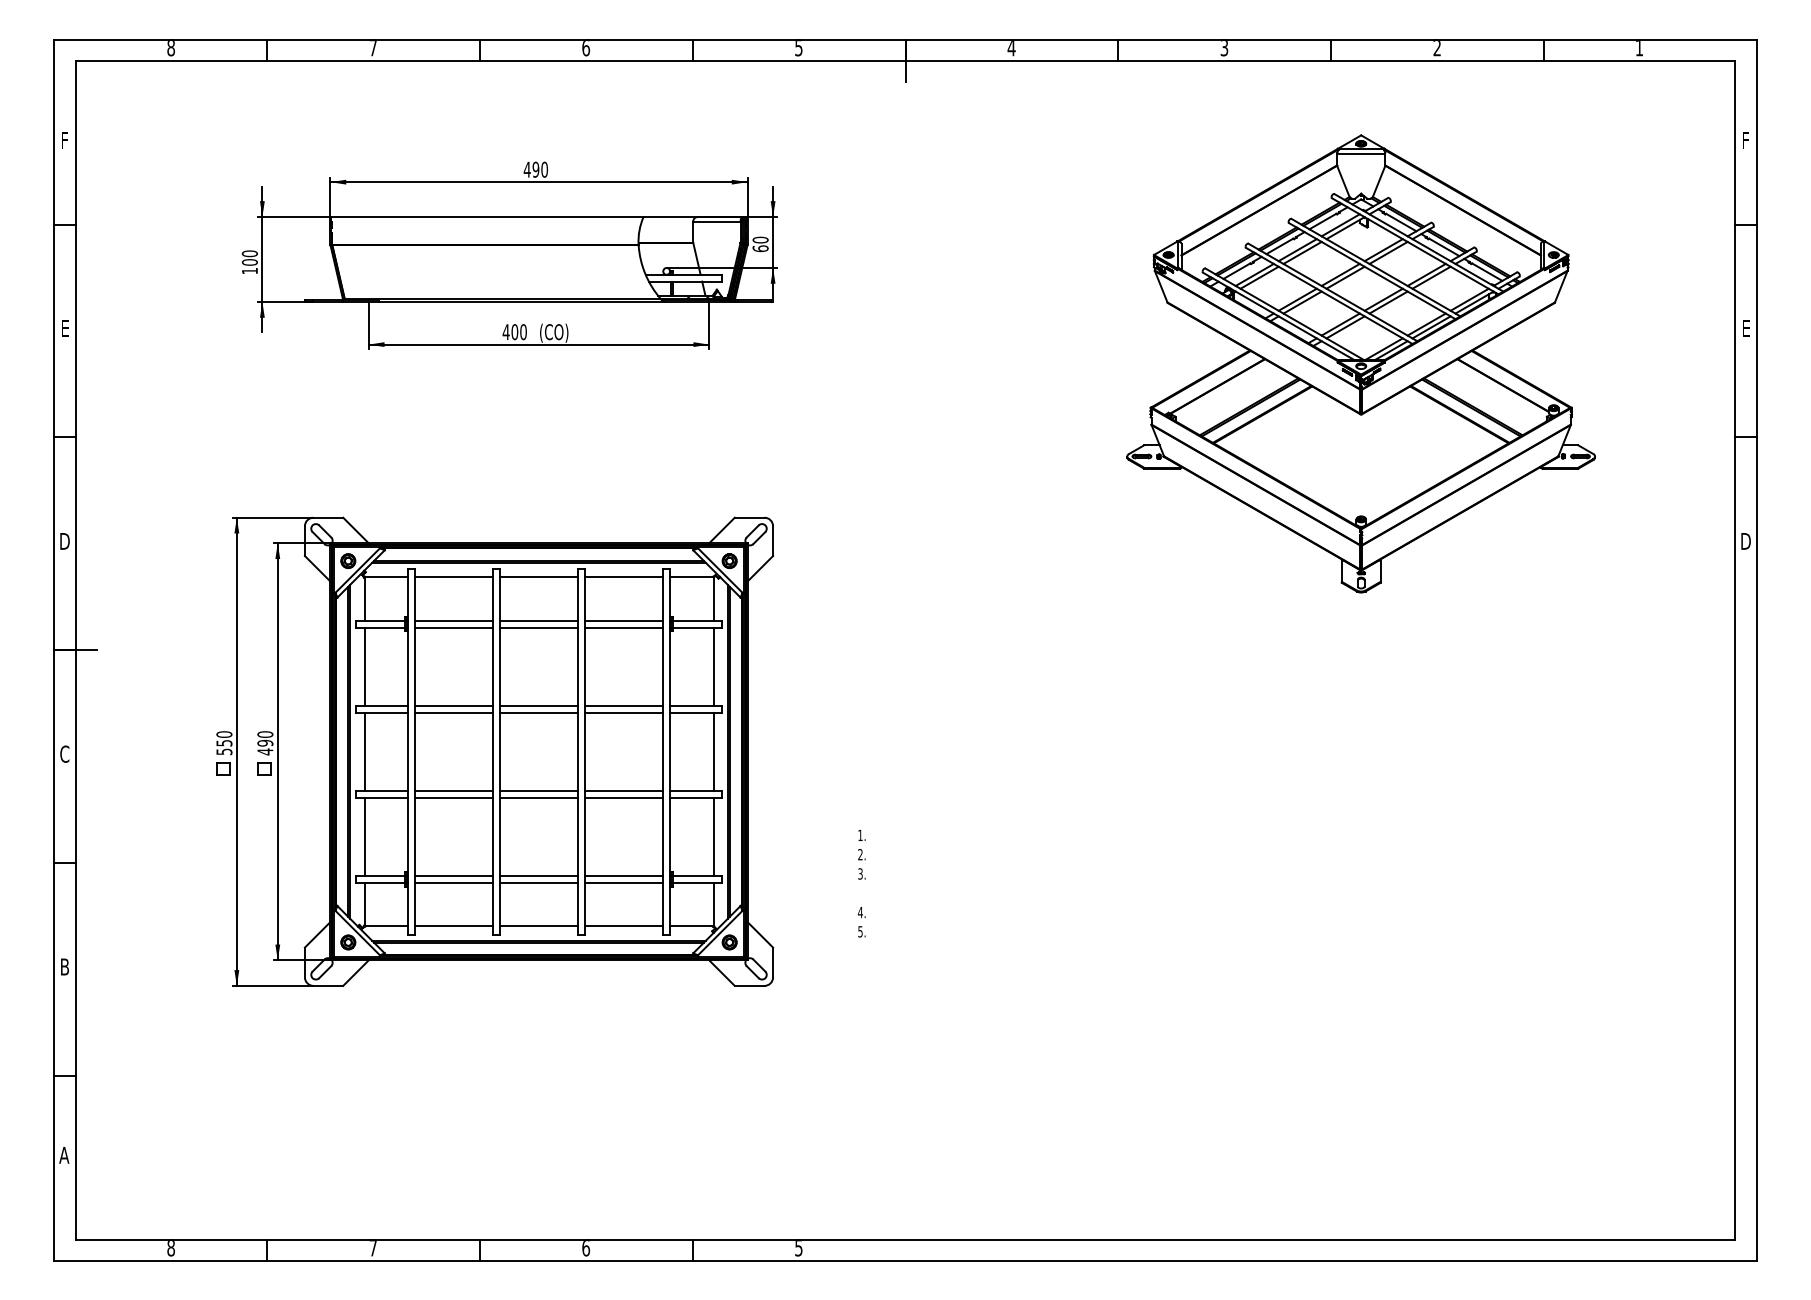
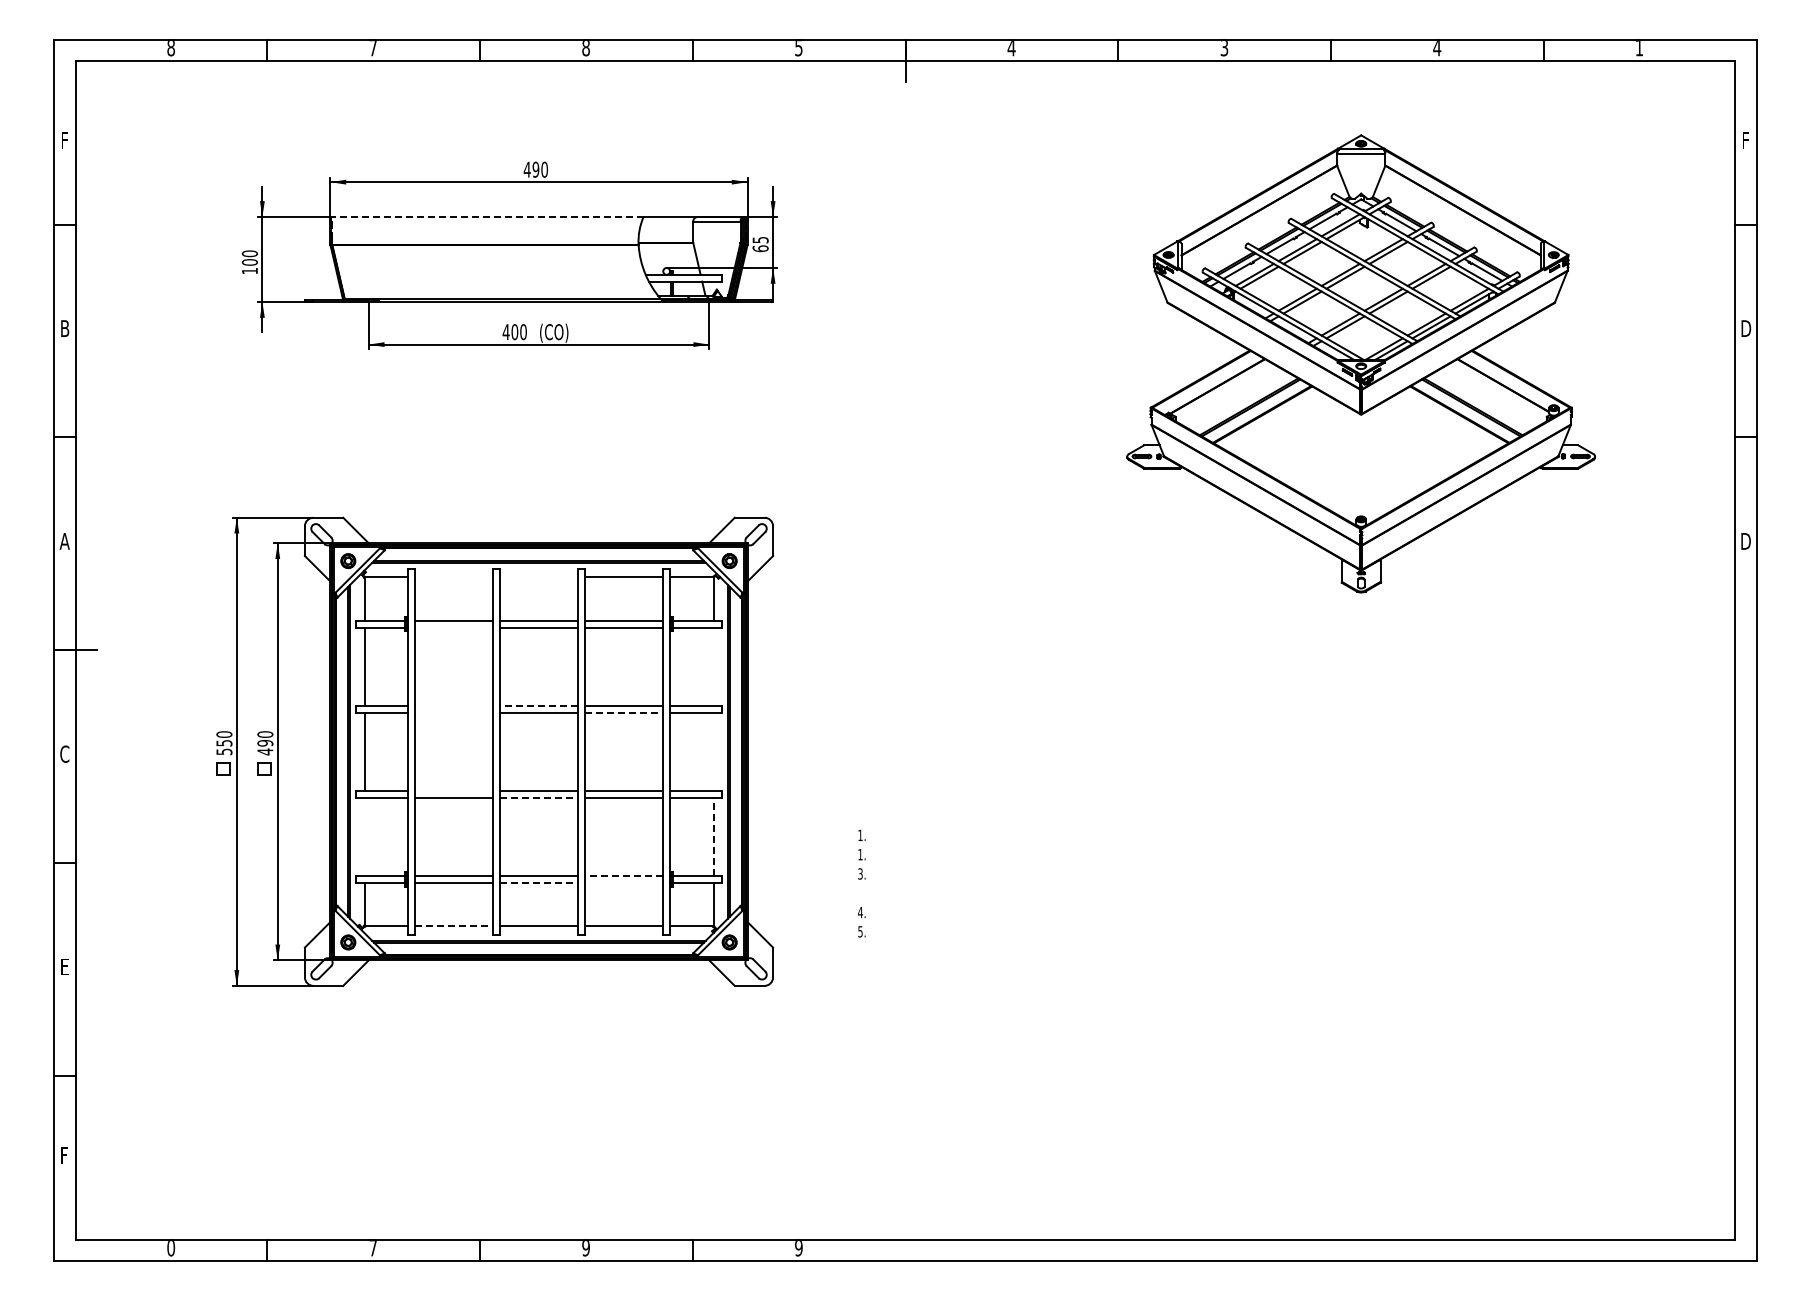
text at (586, 48): 6 -> 8
text at (1437, 48): 2 -> 4
line at (487, 216): solid -> dashed
text at (760, 239): 60 -> 65
text at (65, 328): E -> B
text at (1746, 328): E -> D
text at (64, 541): D -> A
line at (453, 577): present -> none
line at (538, 577): present -> none
line at (453, 627): present -> none
line at (713, 666): present -> none
line at (453, 705): present -> none
line at (538, 705): solid -> dashed
line at (453, 712): present -> none
line at (624, 712): solid -> dashed
line at (713, 751): present -> none
line at (453, 790): present -> none
line at (539, 797): solid -> dashed
line at (364, 836): present -> none
line at (713, 836): solid -> dashed
text at (860, 854): 2. -> 1.
line at (623, 876): solid -> dashed
line at (539, 882): solid -> dashed
line at (623, 882): present -> none
line at (454, 926): solid -> dashed
text at (64, 966): B -> E
text at (64, 1154): A -> F
text at (171, 1248): 8 -> 0
text at (586, 1248): 6 -> 9
text at (798, 1248): 5 -> 9
